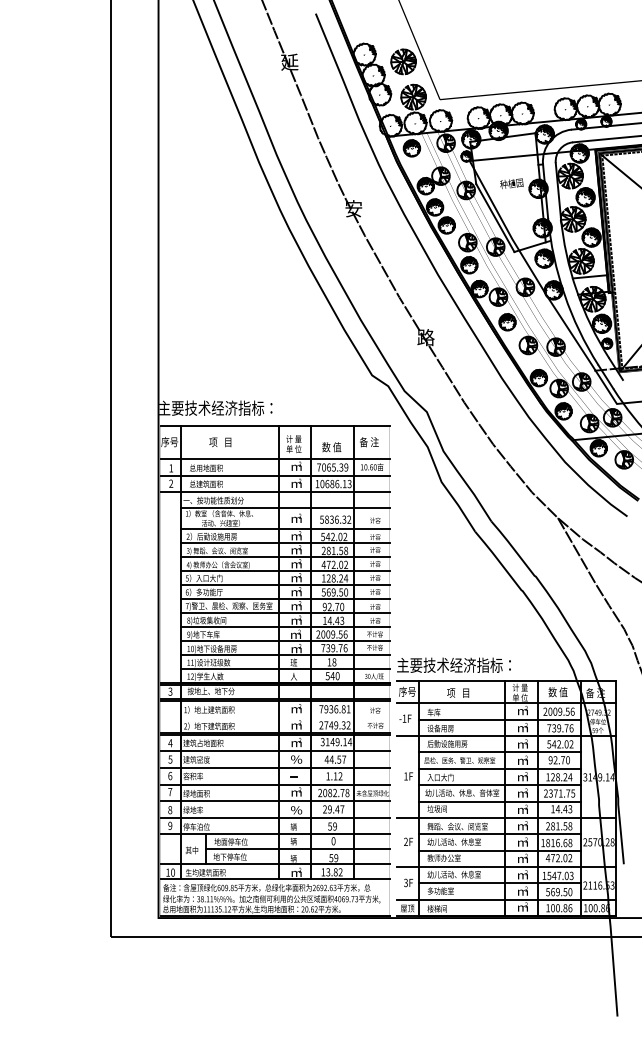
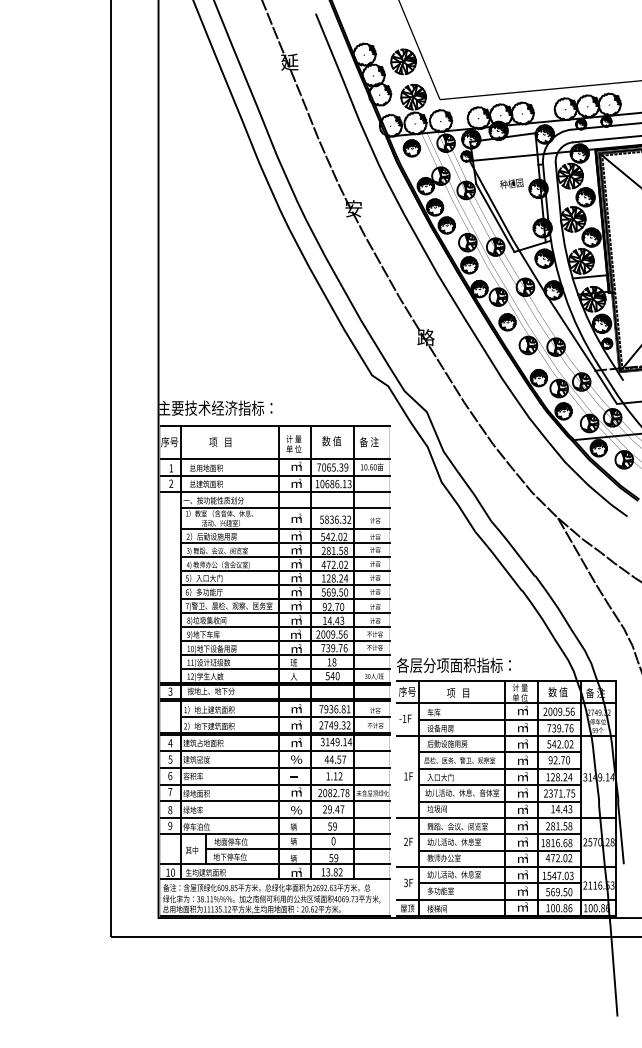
text at (331, 447) position: (331, 447) -> (331, 441)
text at (435, 664): 主要技术经济指标： -> 各层分项面积指标：
line at (285, 717): none -> present
